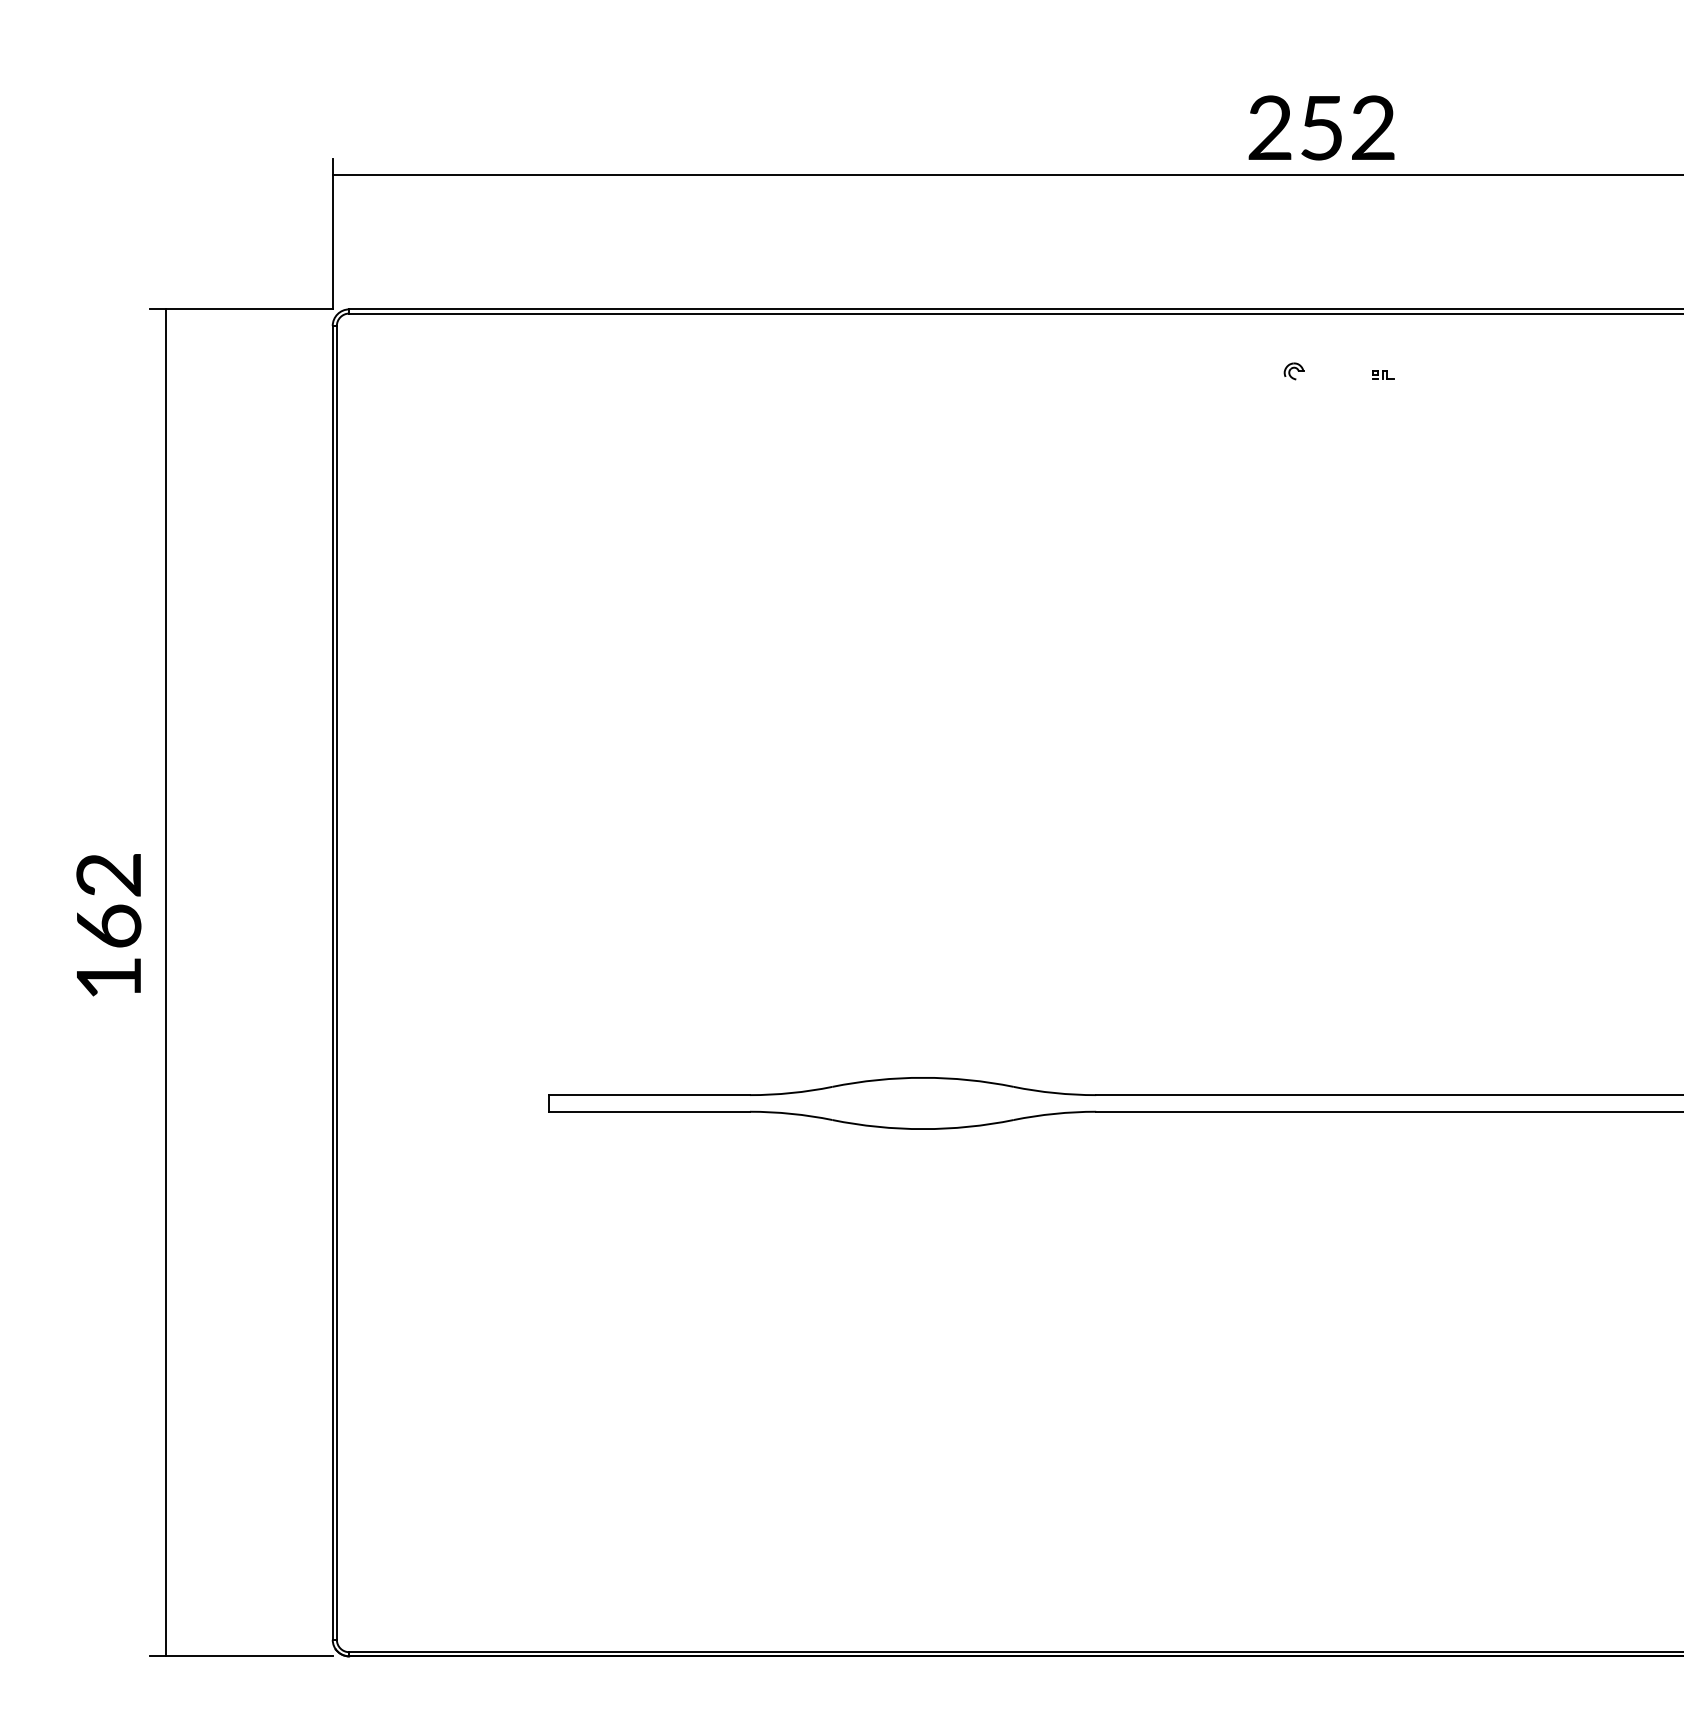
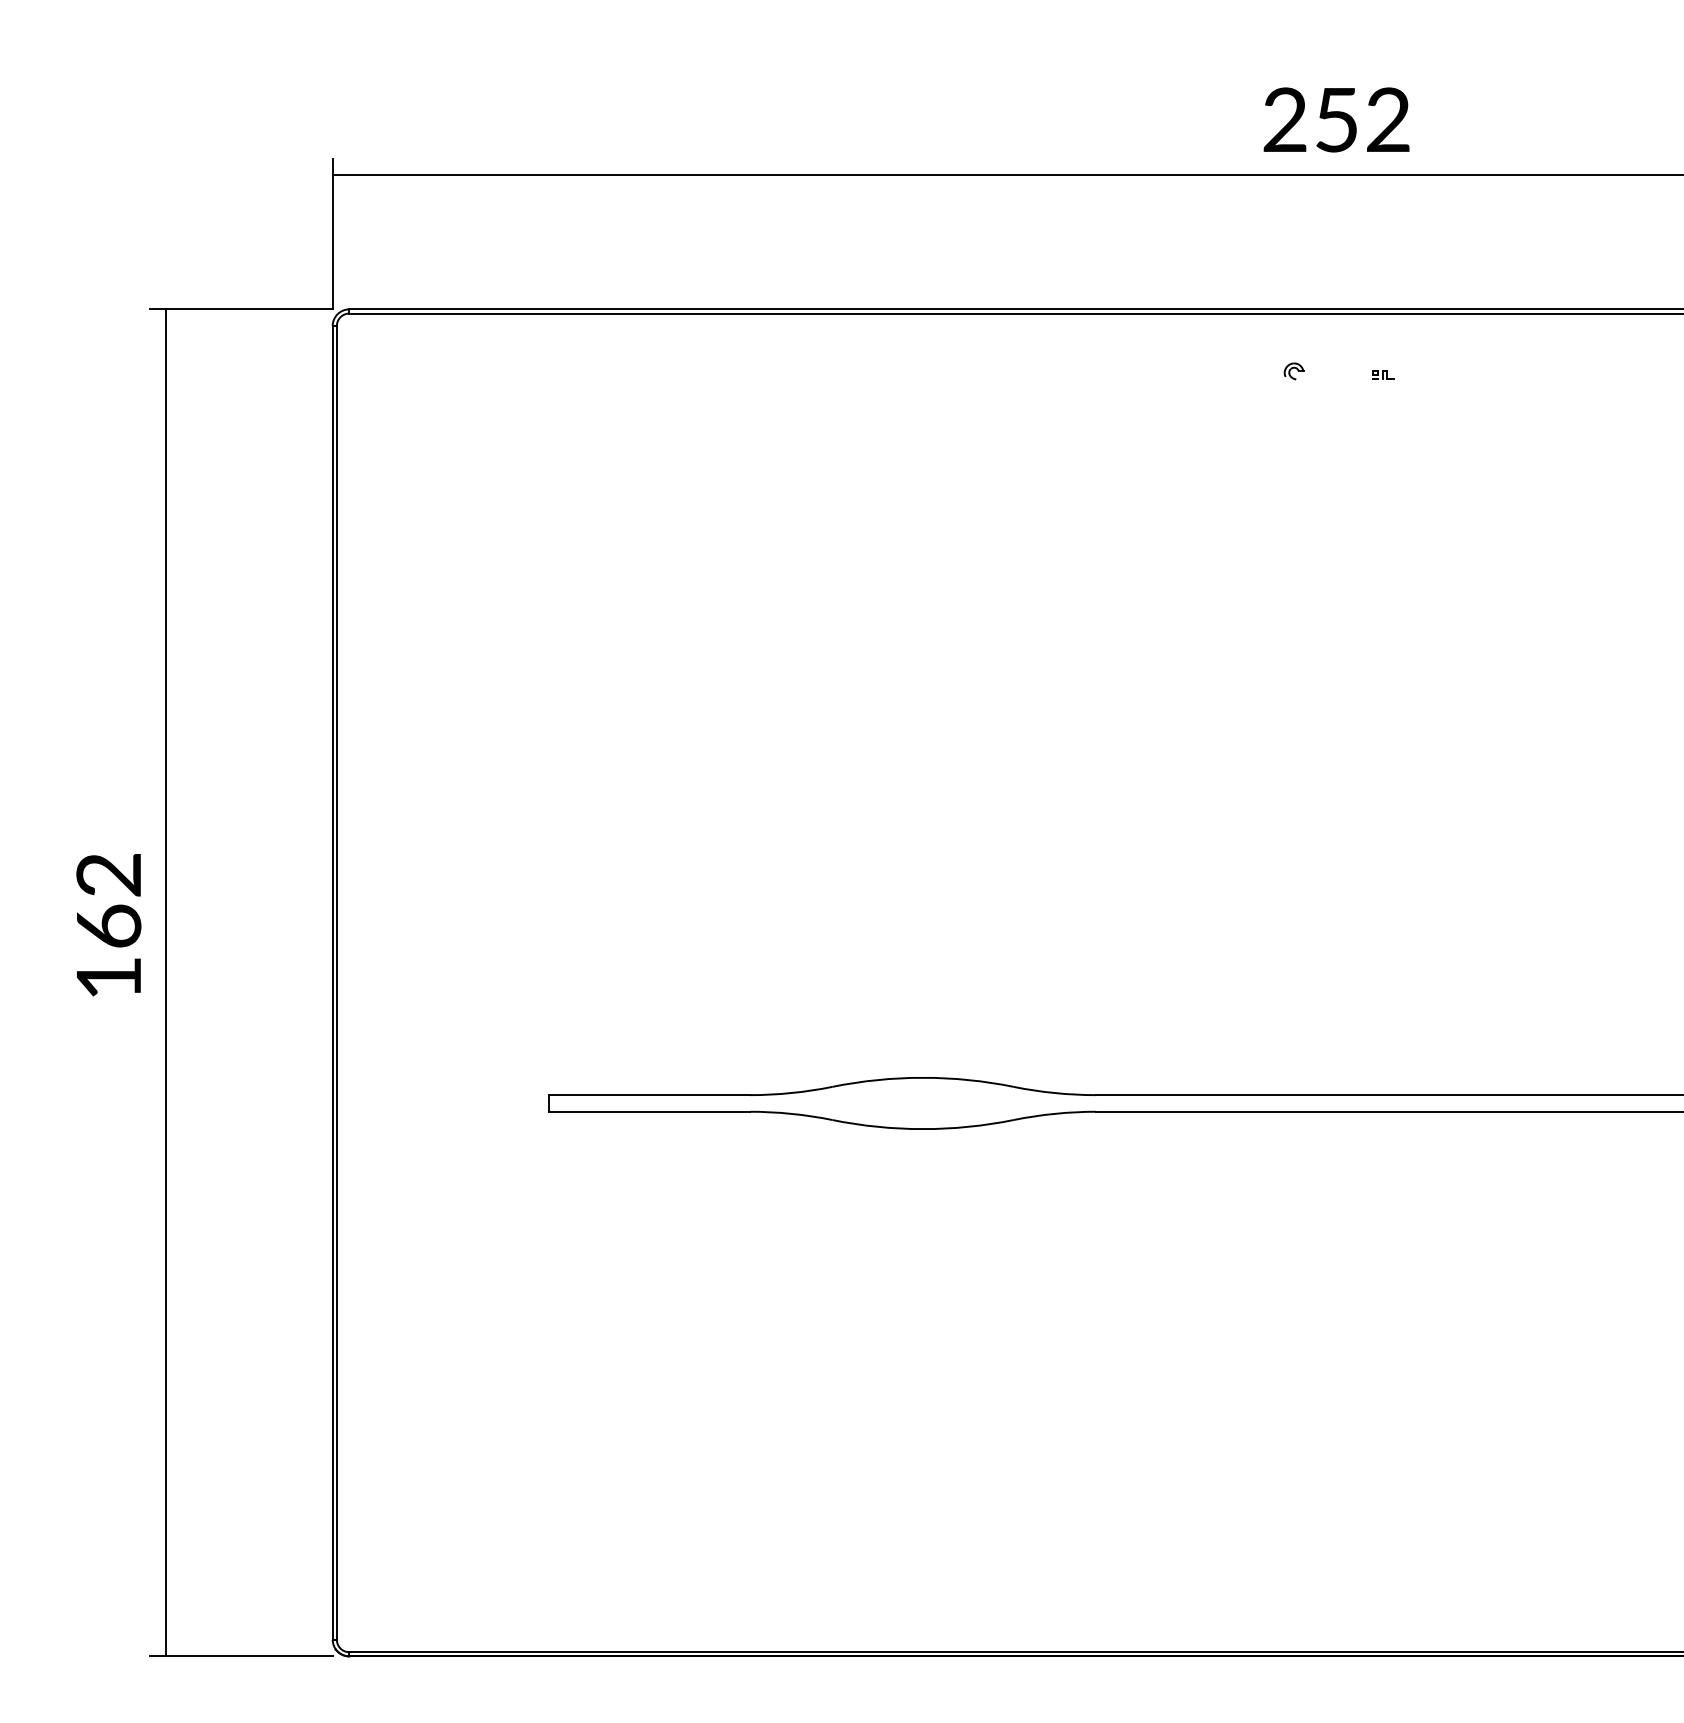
text at (1321, 127) position: (1321, 127) -> (1336, 119)
